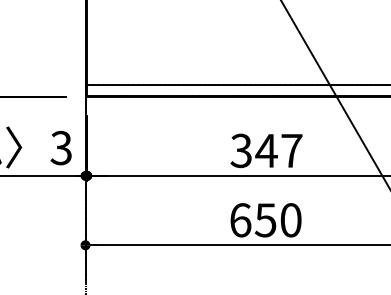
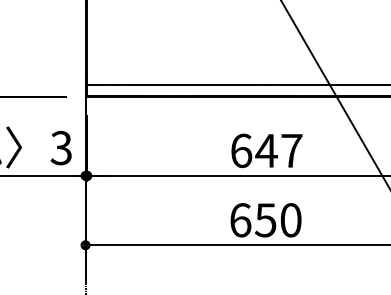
text at (241, 150): 347 -> 647
